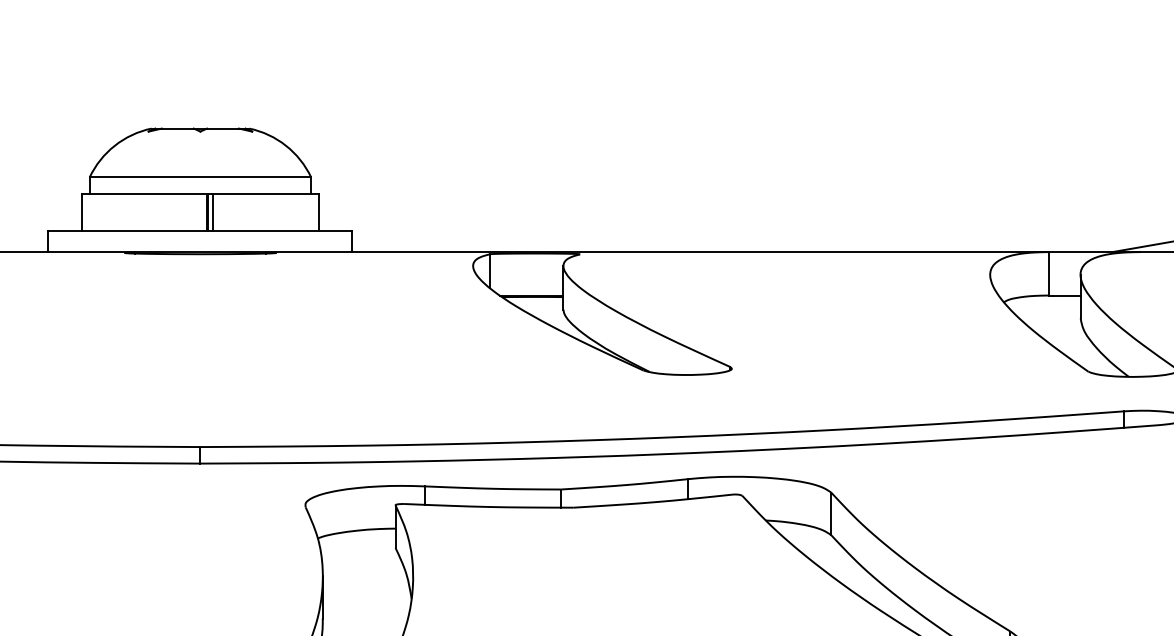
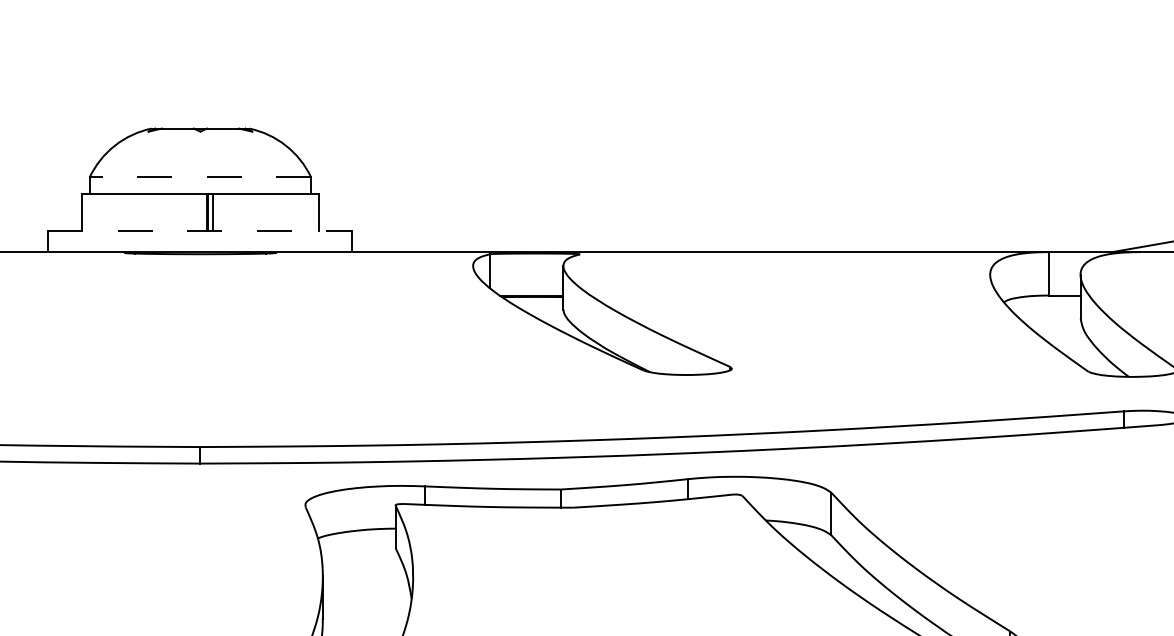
line at (200, 177): solid -> dashed
line at (200, 230): solid -> dashed
